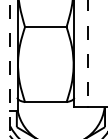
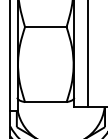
line at (88, 54): dashed -> solid
line at (10, 69): dashed -> solid
